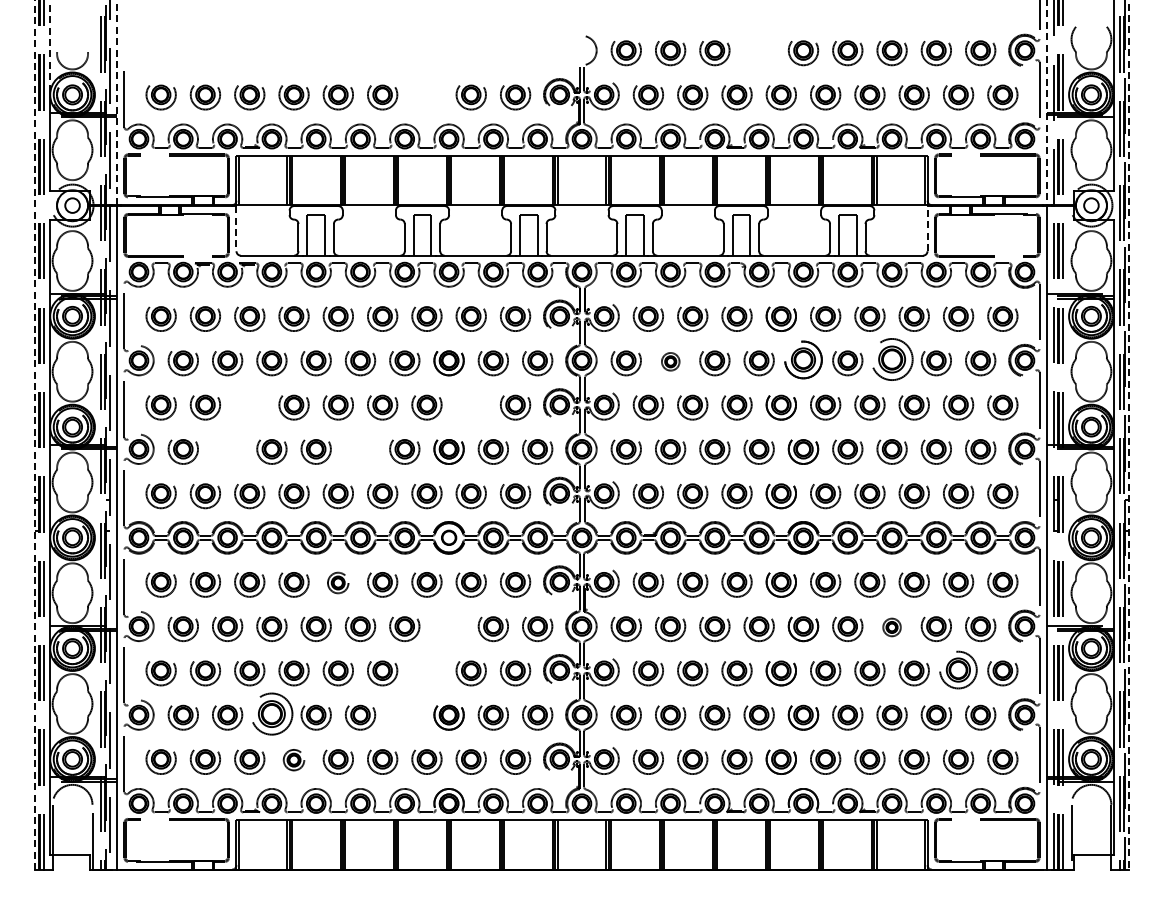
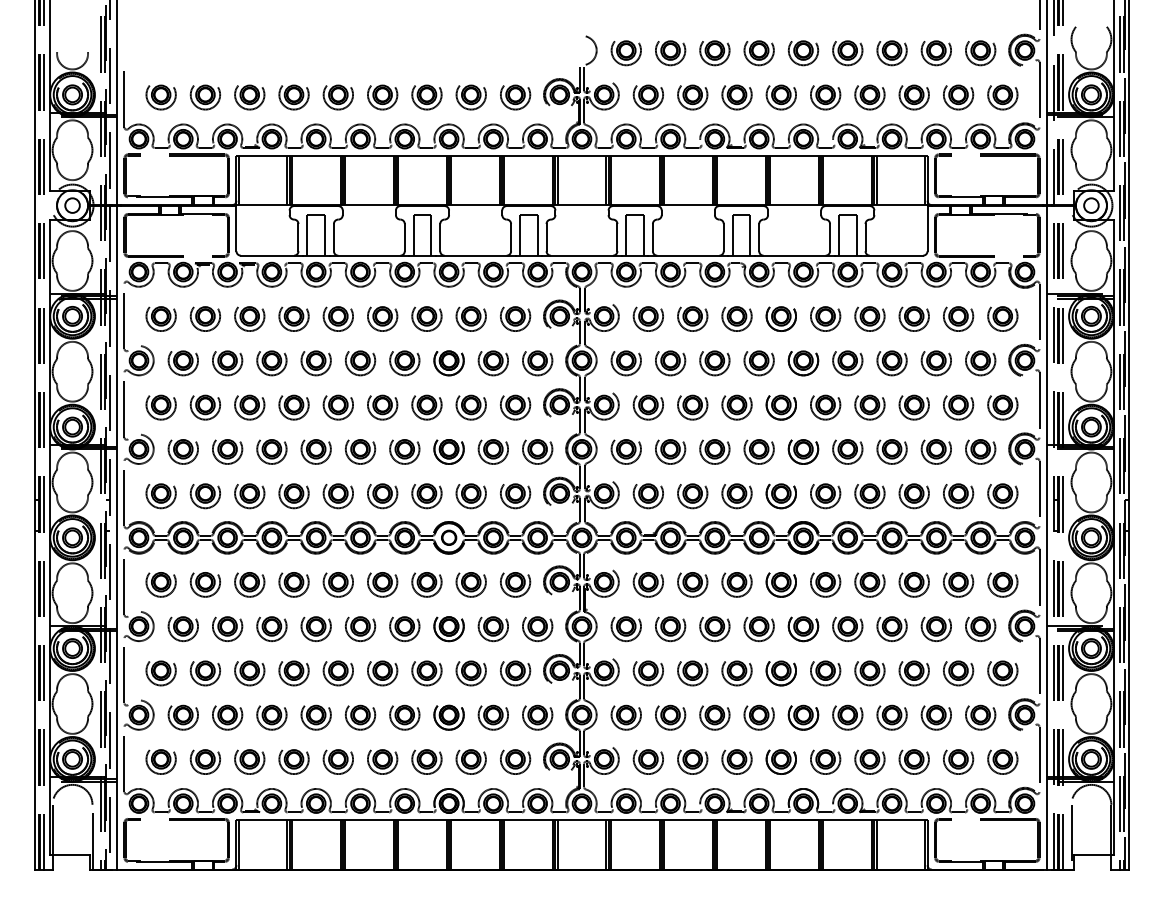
line at (50, 46): dashed -> solid
part at (758, 53): none -> present
part at (426, 97): none -> present
line at (116, 102): dashed -> solid
line at (1047, 103): dashed -> solid
line at (236, 228): dashed -> solid
line at (927, 228): dashed -> solid
part at (803, 359) size: 39x40 px -> 33x27 px
part at (892, 359) size: 42x43 px -> 32x27 px
part at (670, 361) size: 20x20 px -> 32x27 px
part at (249, 407): none -> present
part at (470, 407): none -> present
line at (34, 435): dashed -> solid
line at (1129, 435): dashed -> solid
part at (227, 451): none -> present
part at (360, 451): none -> present
part at (338, 582) size: 23x24 px -> 32x26 px
part at (891, 627) size: 20x21 px -> 32x26 px
part at (448, 629): none -> present
part at (958, 669) size: 39x40 px -> 32x27 px
part at (426, 673): none -> present
part at (272, 713) size: 42x44 px -> 32x27 px
part at (404, 717): none -> present
part at (293, 760) size: 24x23 px -> 32x26 px
